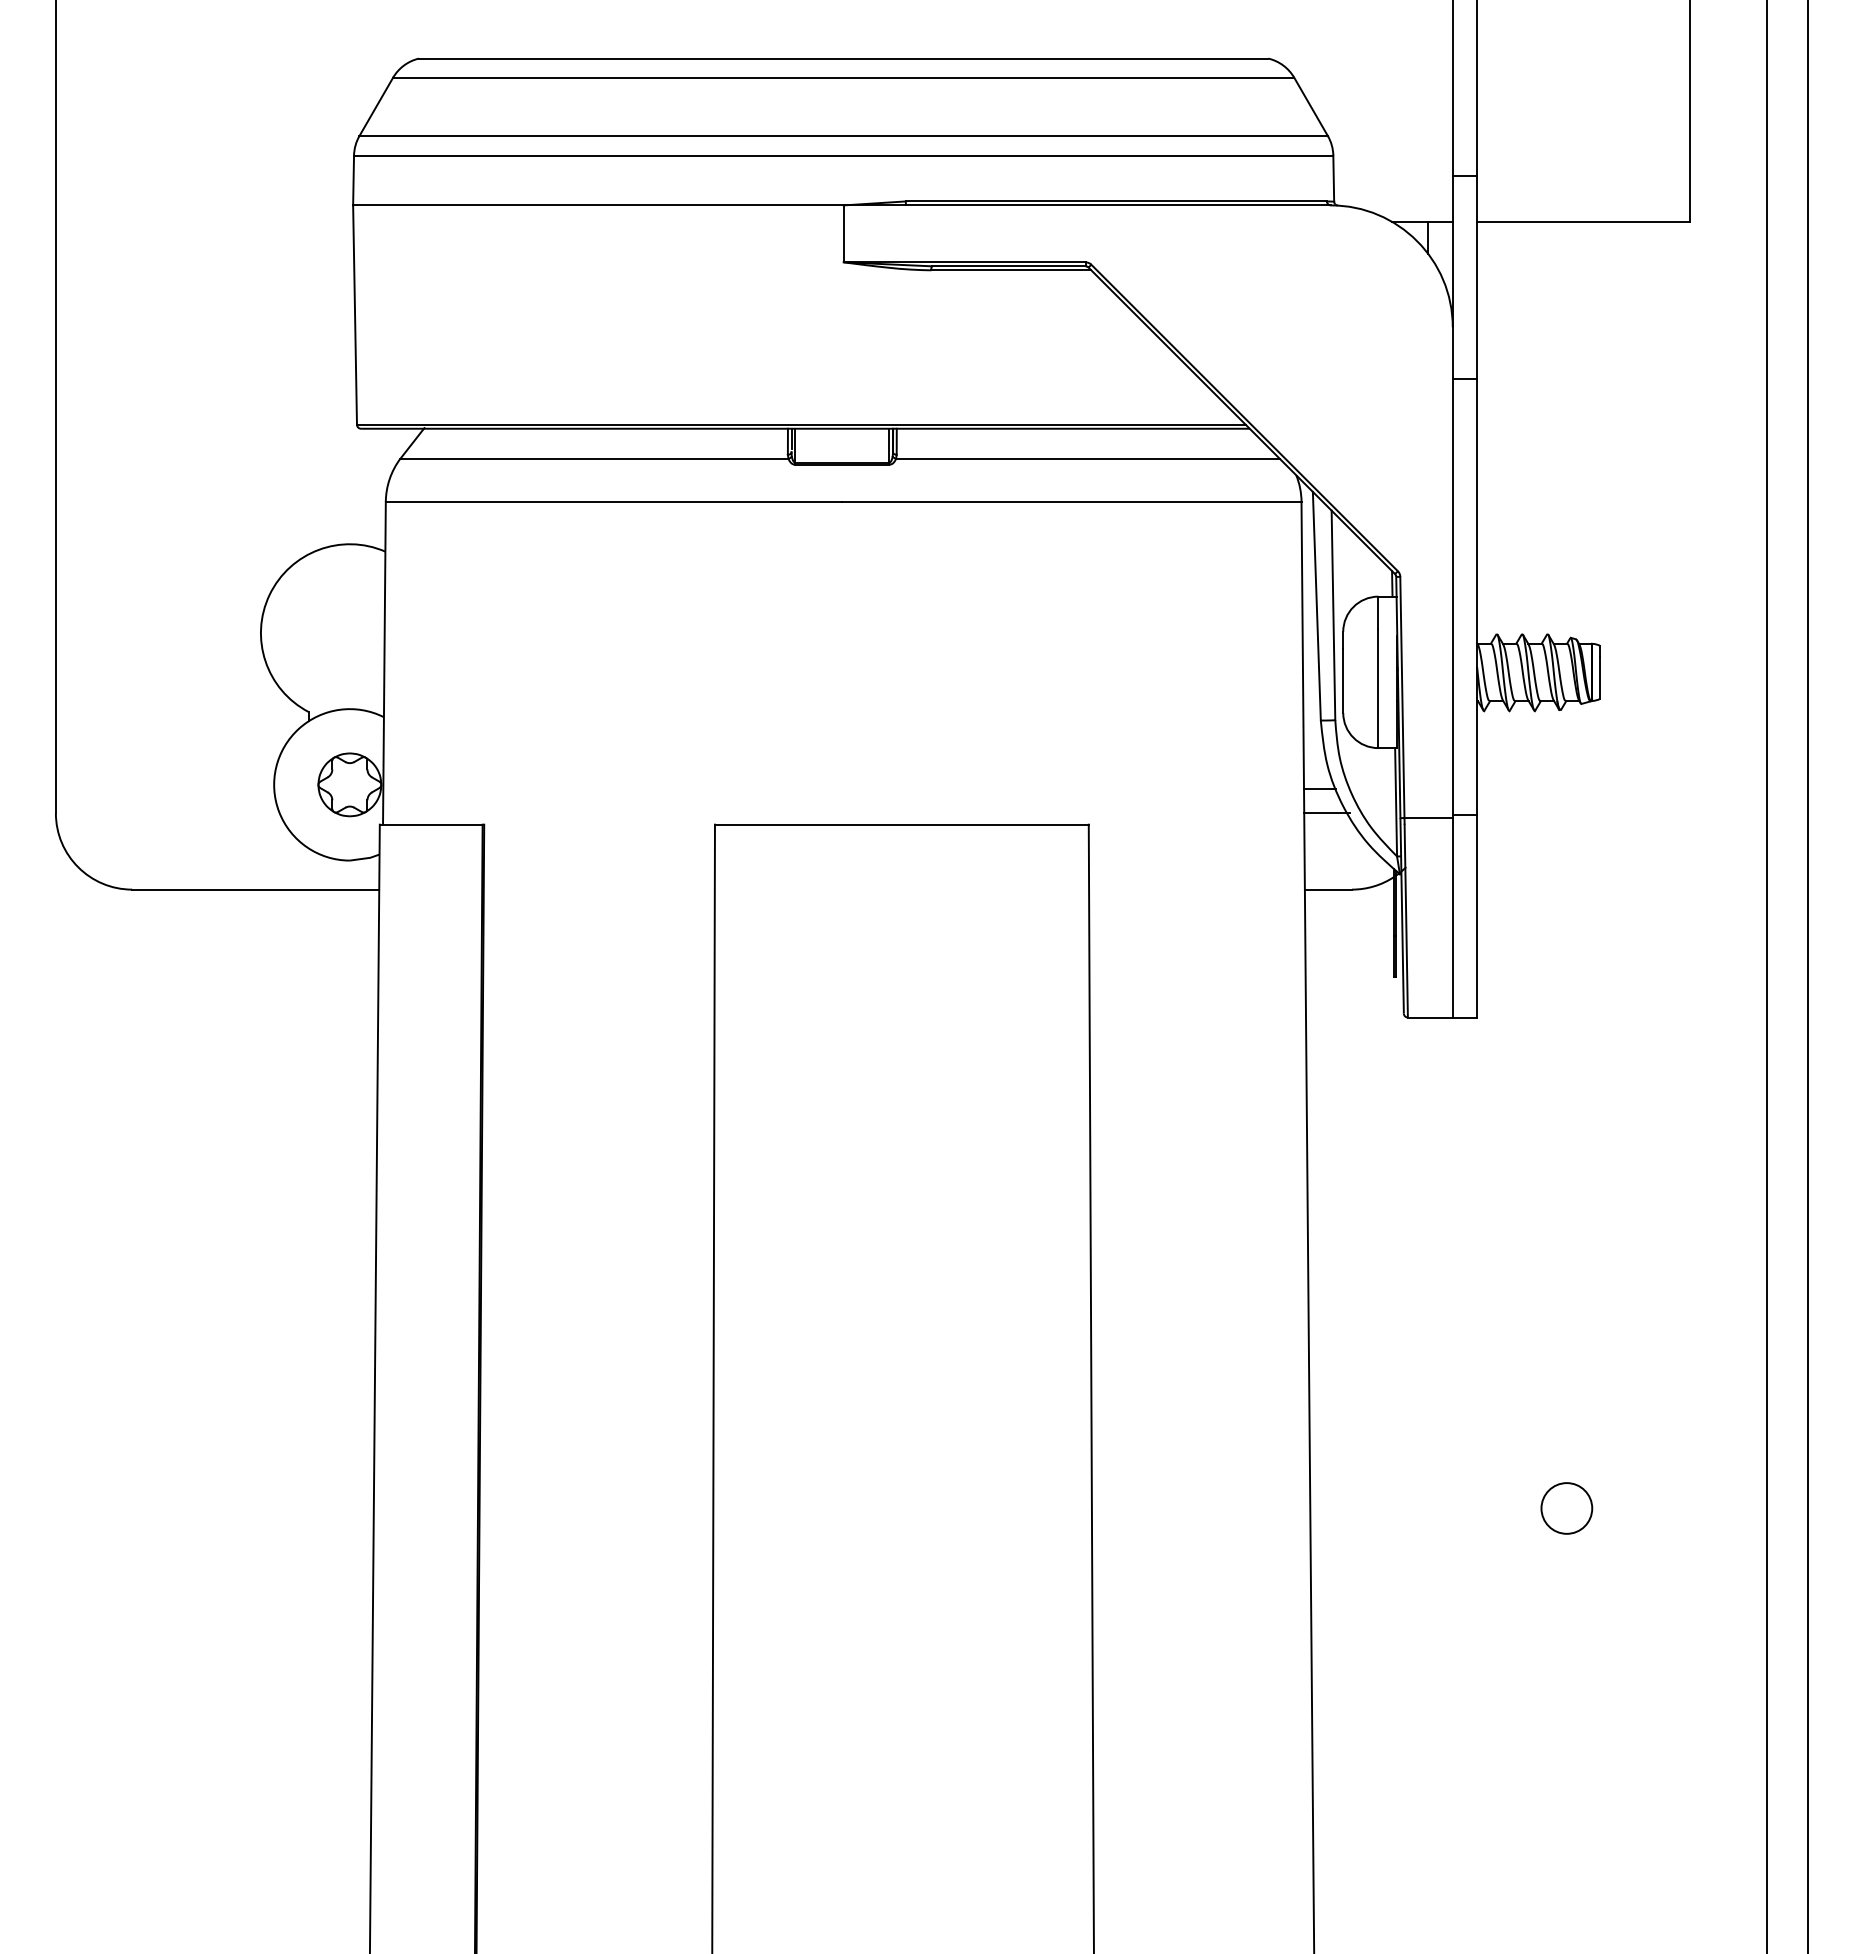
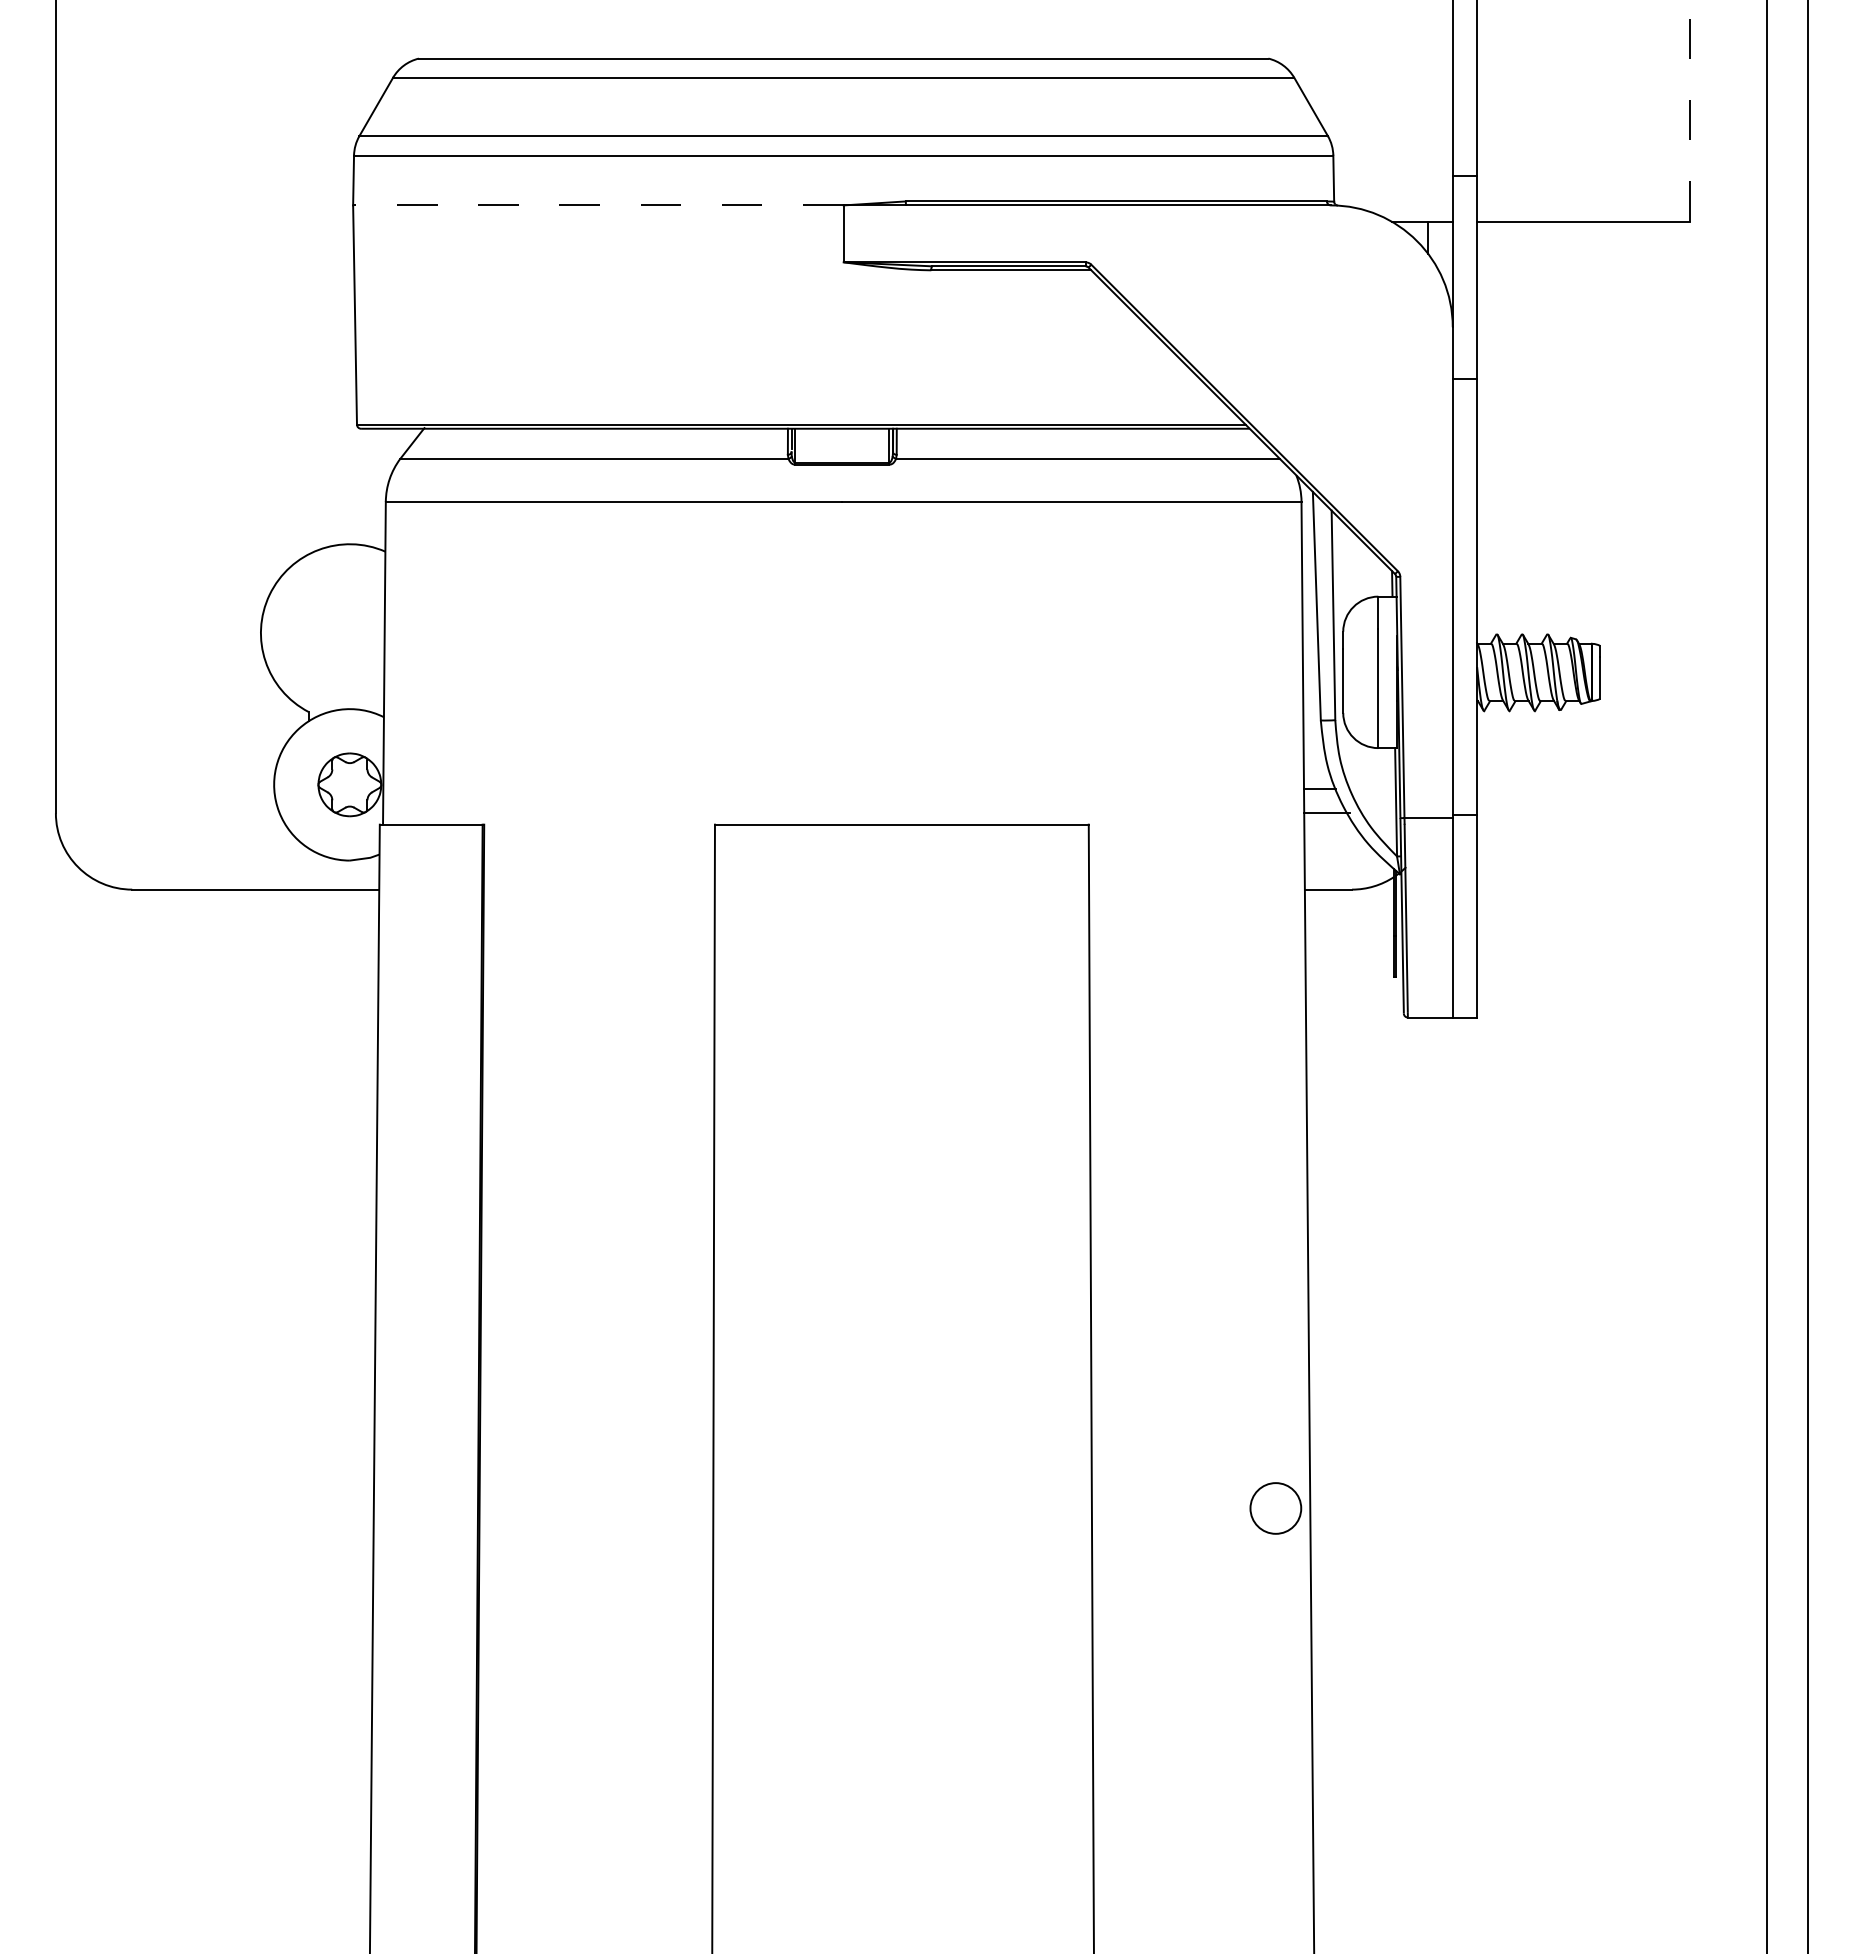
line at (1689, 110): solid -> dashed
line at (597, 205): solid -> dashed
circle at (1566, 1508) position: (1566, 1508) -> (1275, 1508)
